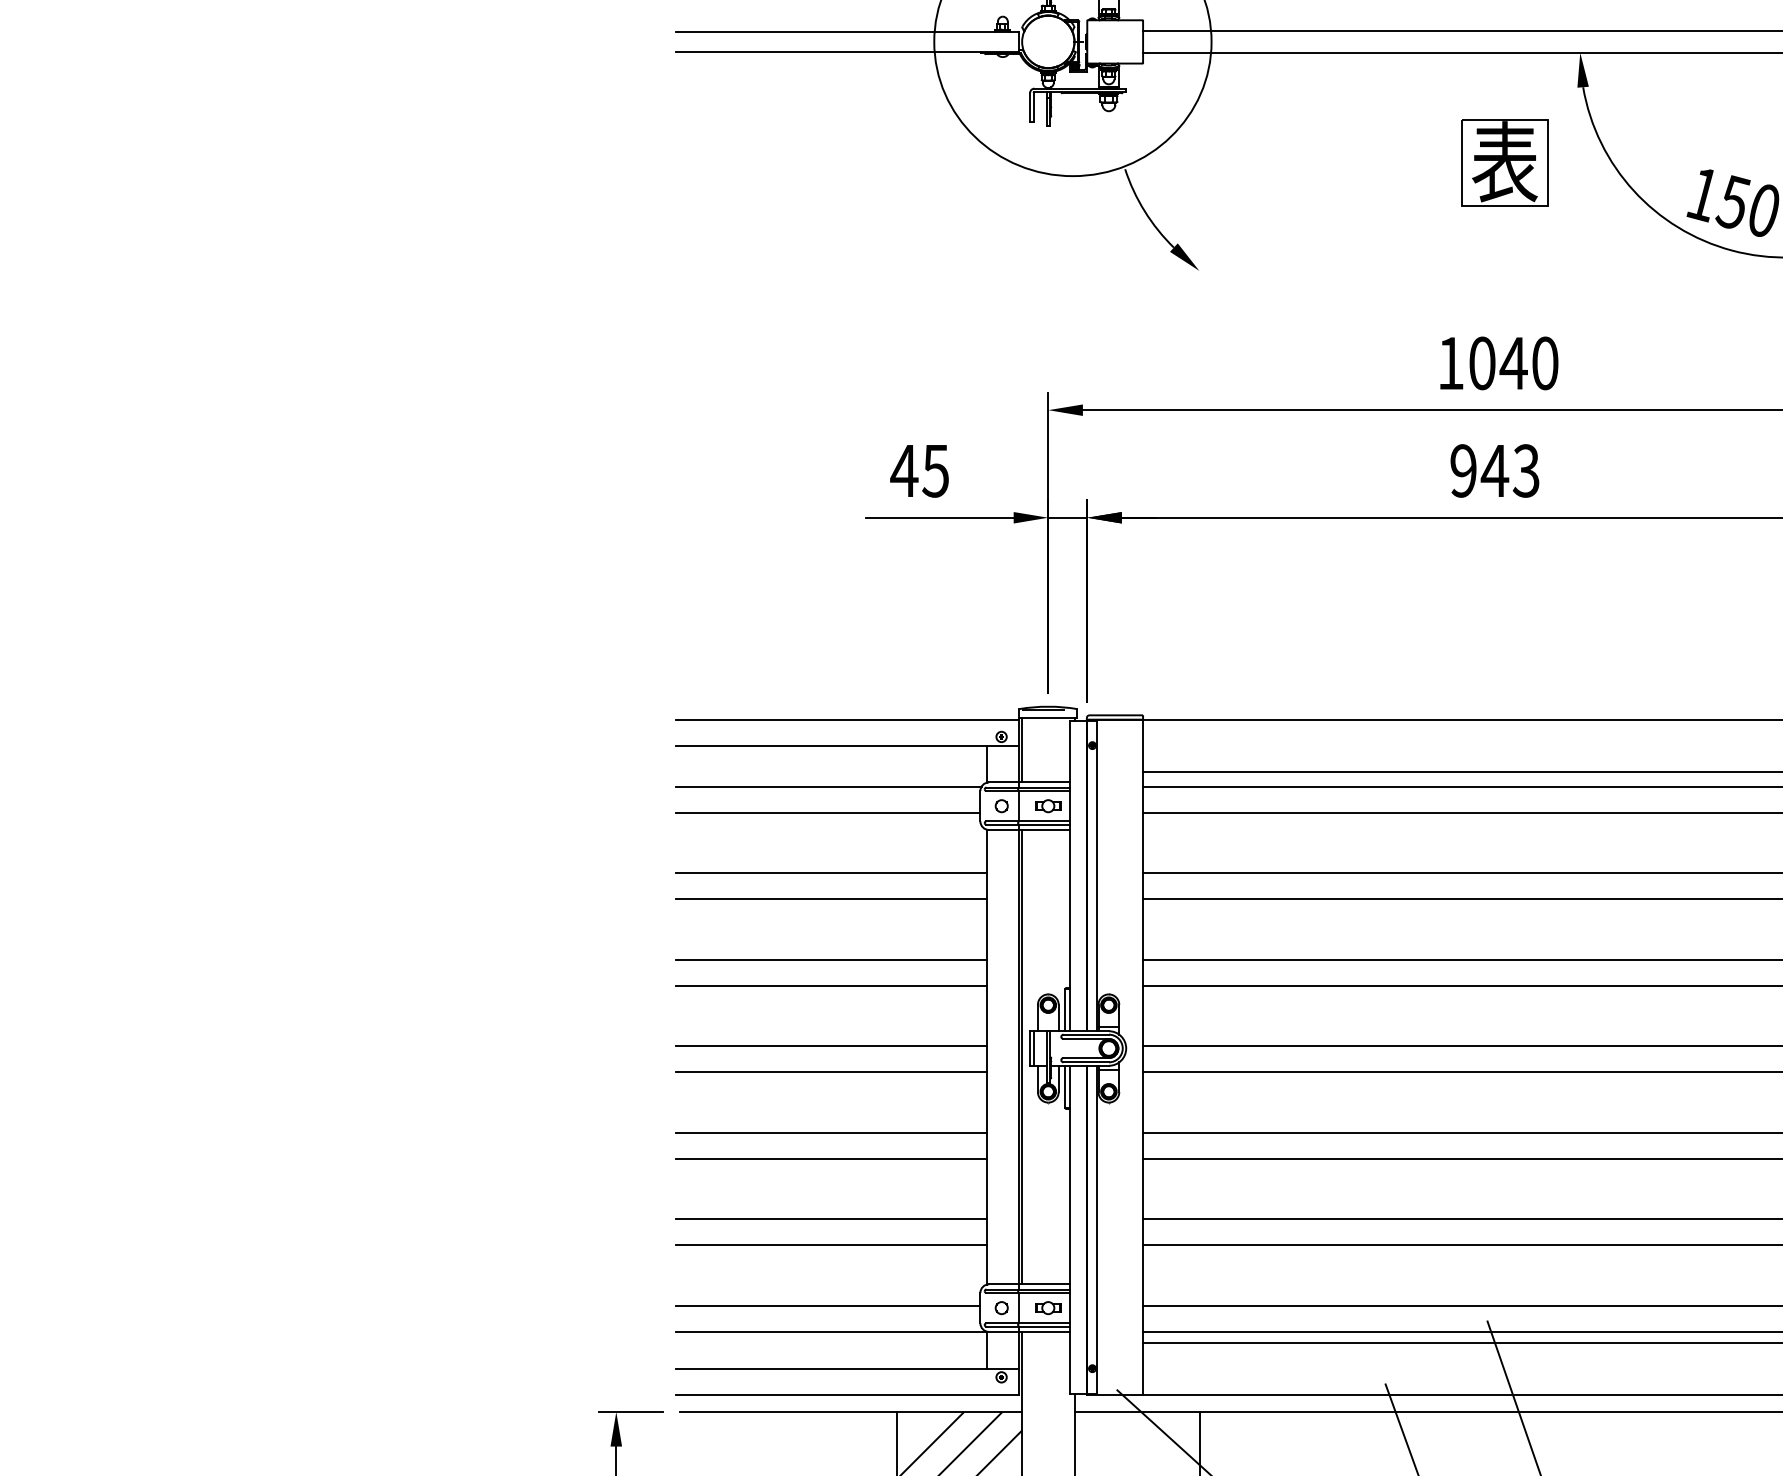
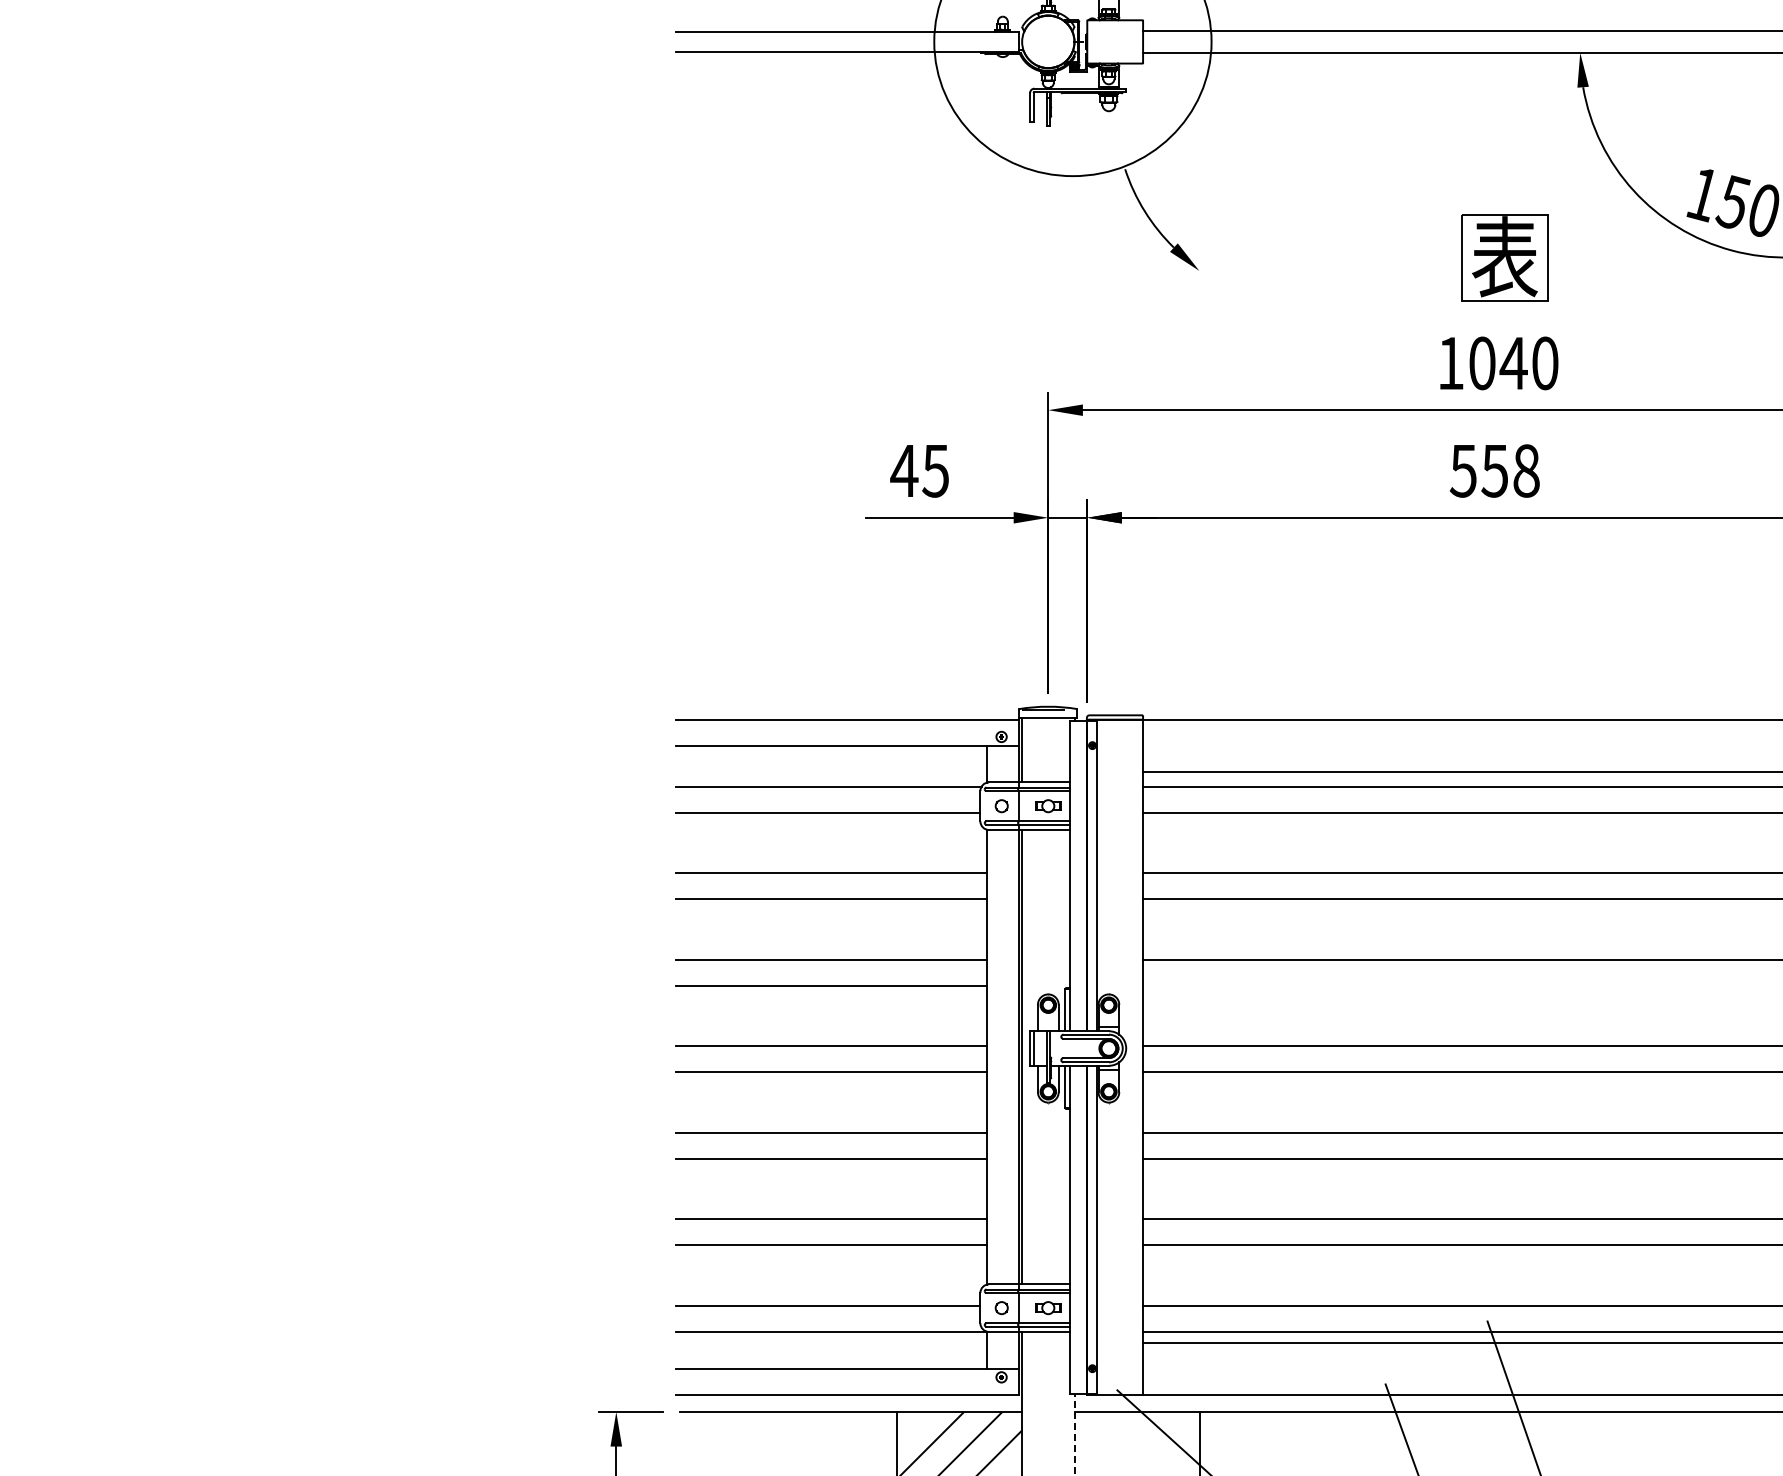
part at (1504, 162) position: (1504, 162) -> (1504, 257)
text at (1494, 470): 943 -> 558
line at (1461, 985): present -> none
line at (1074, 1434): solid -> dashed
